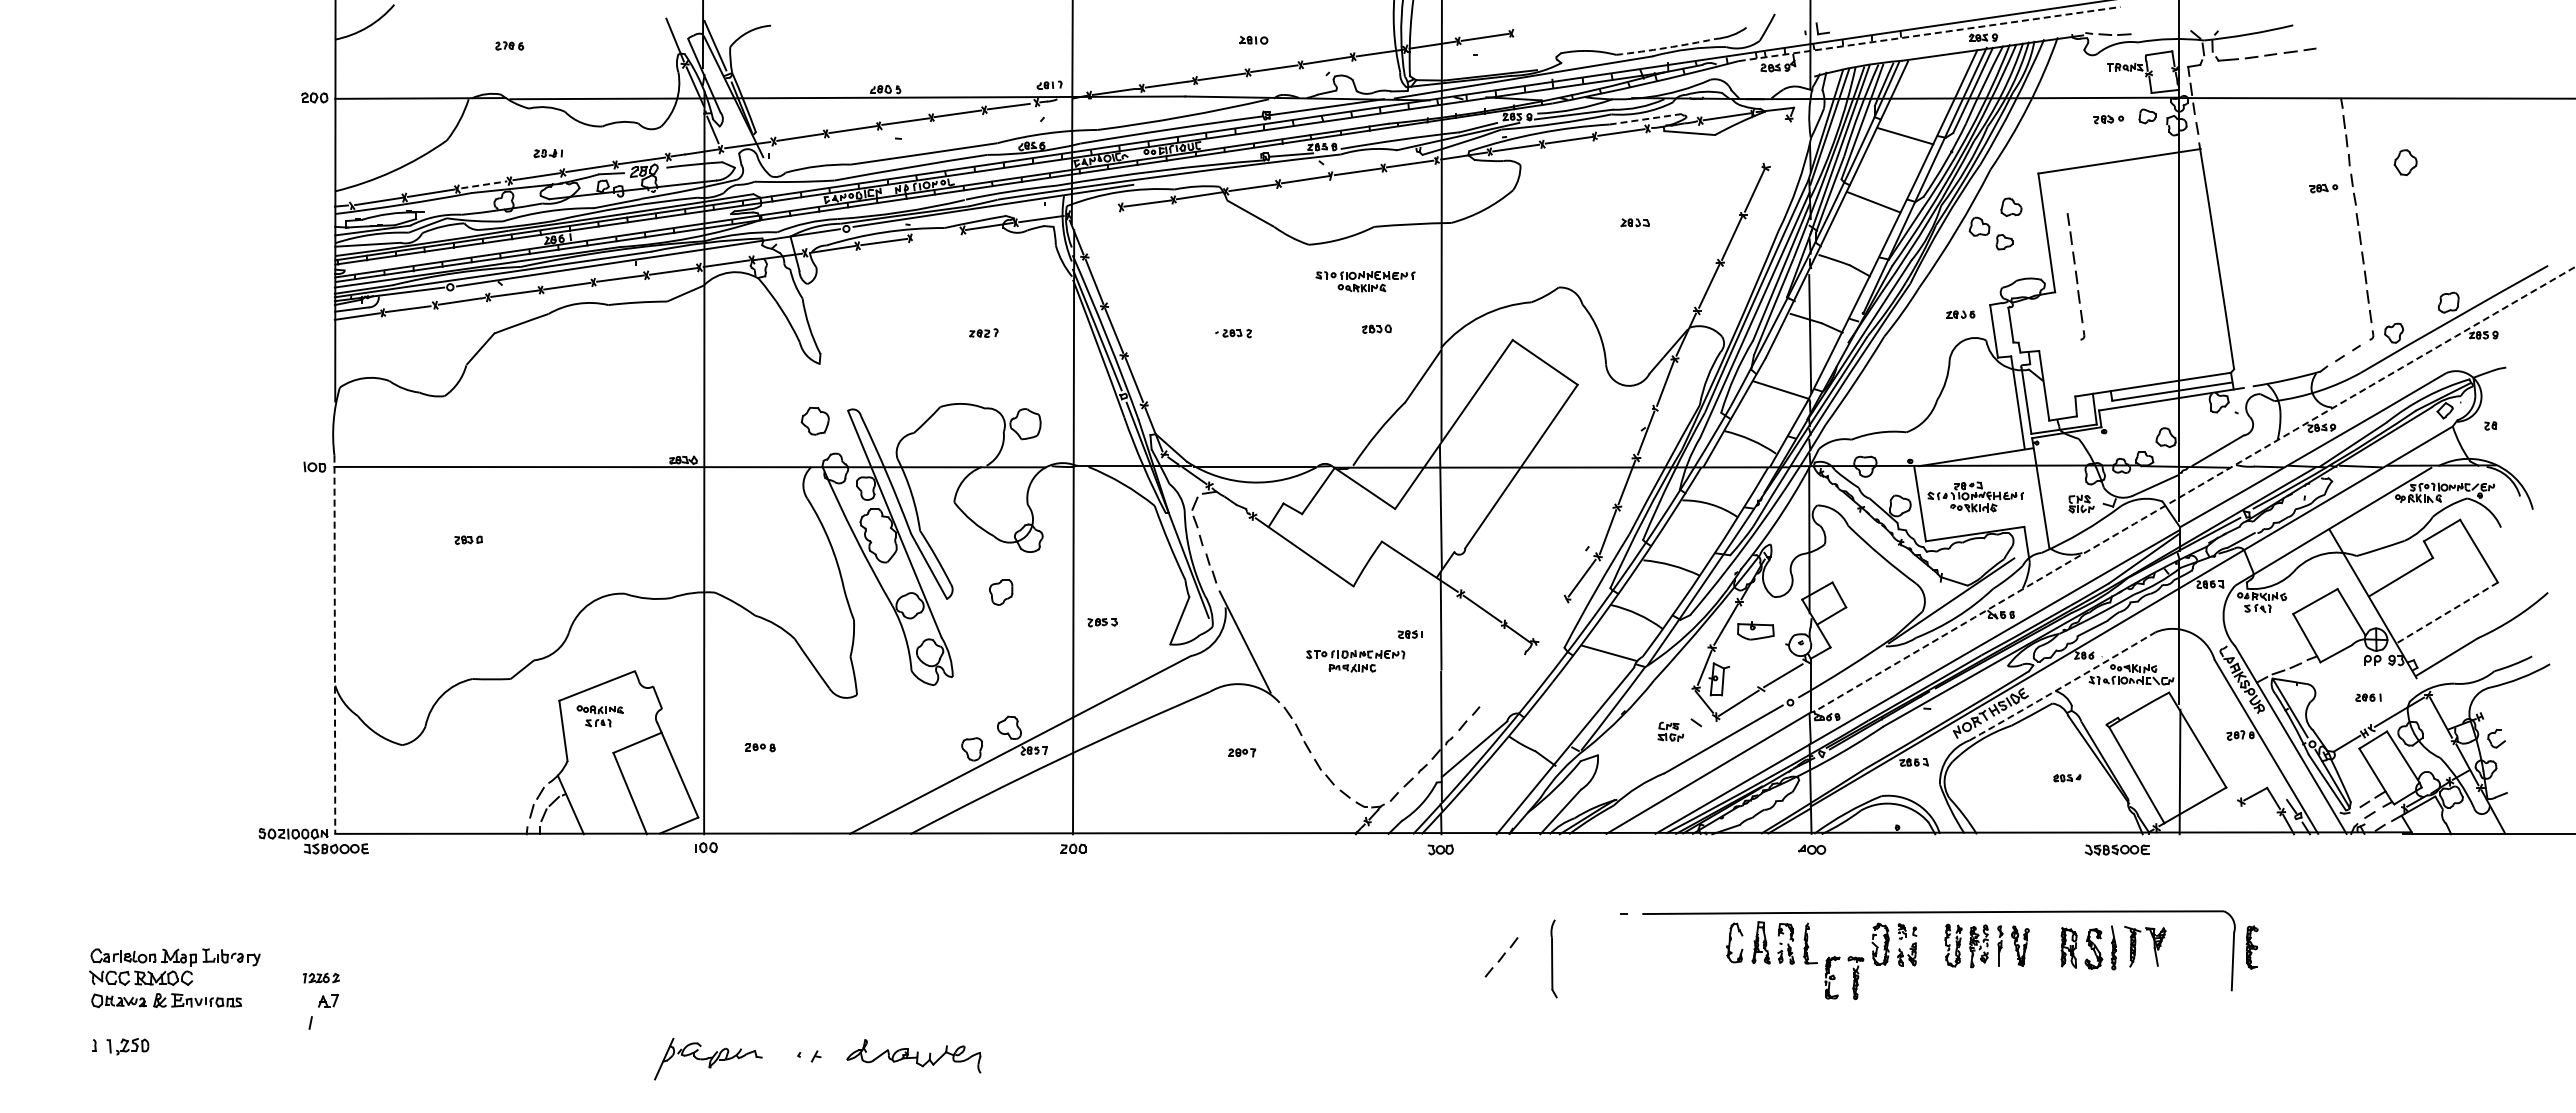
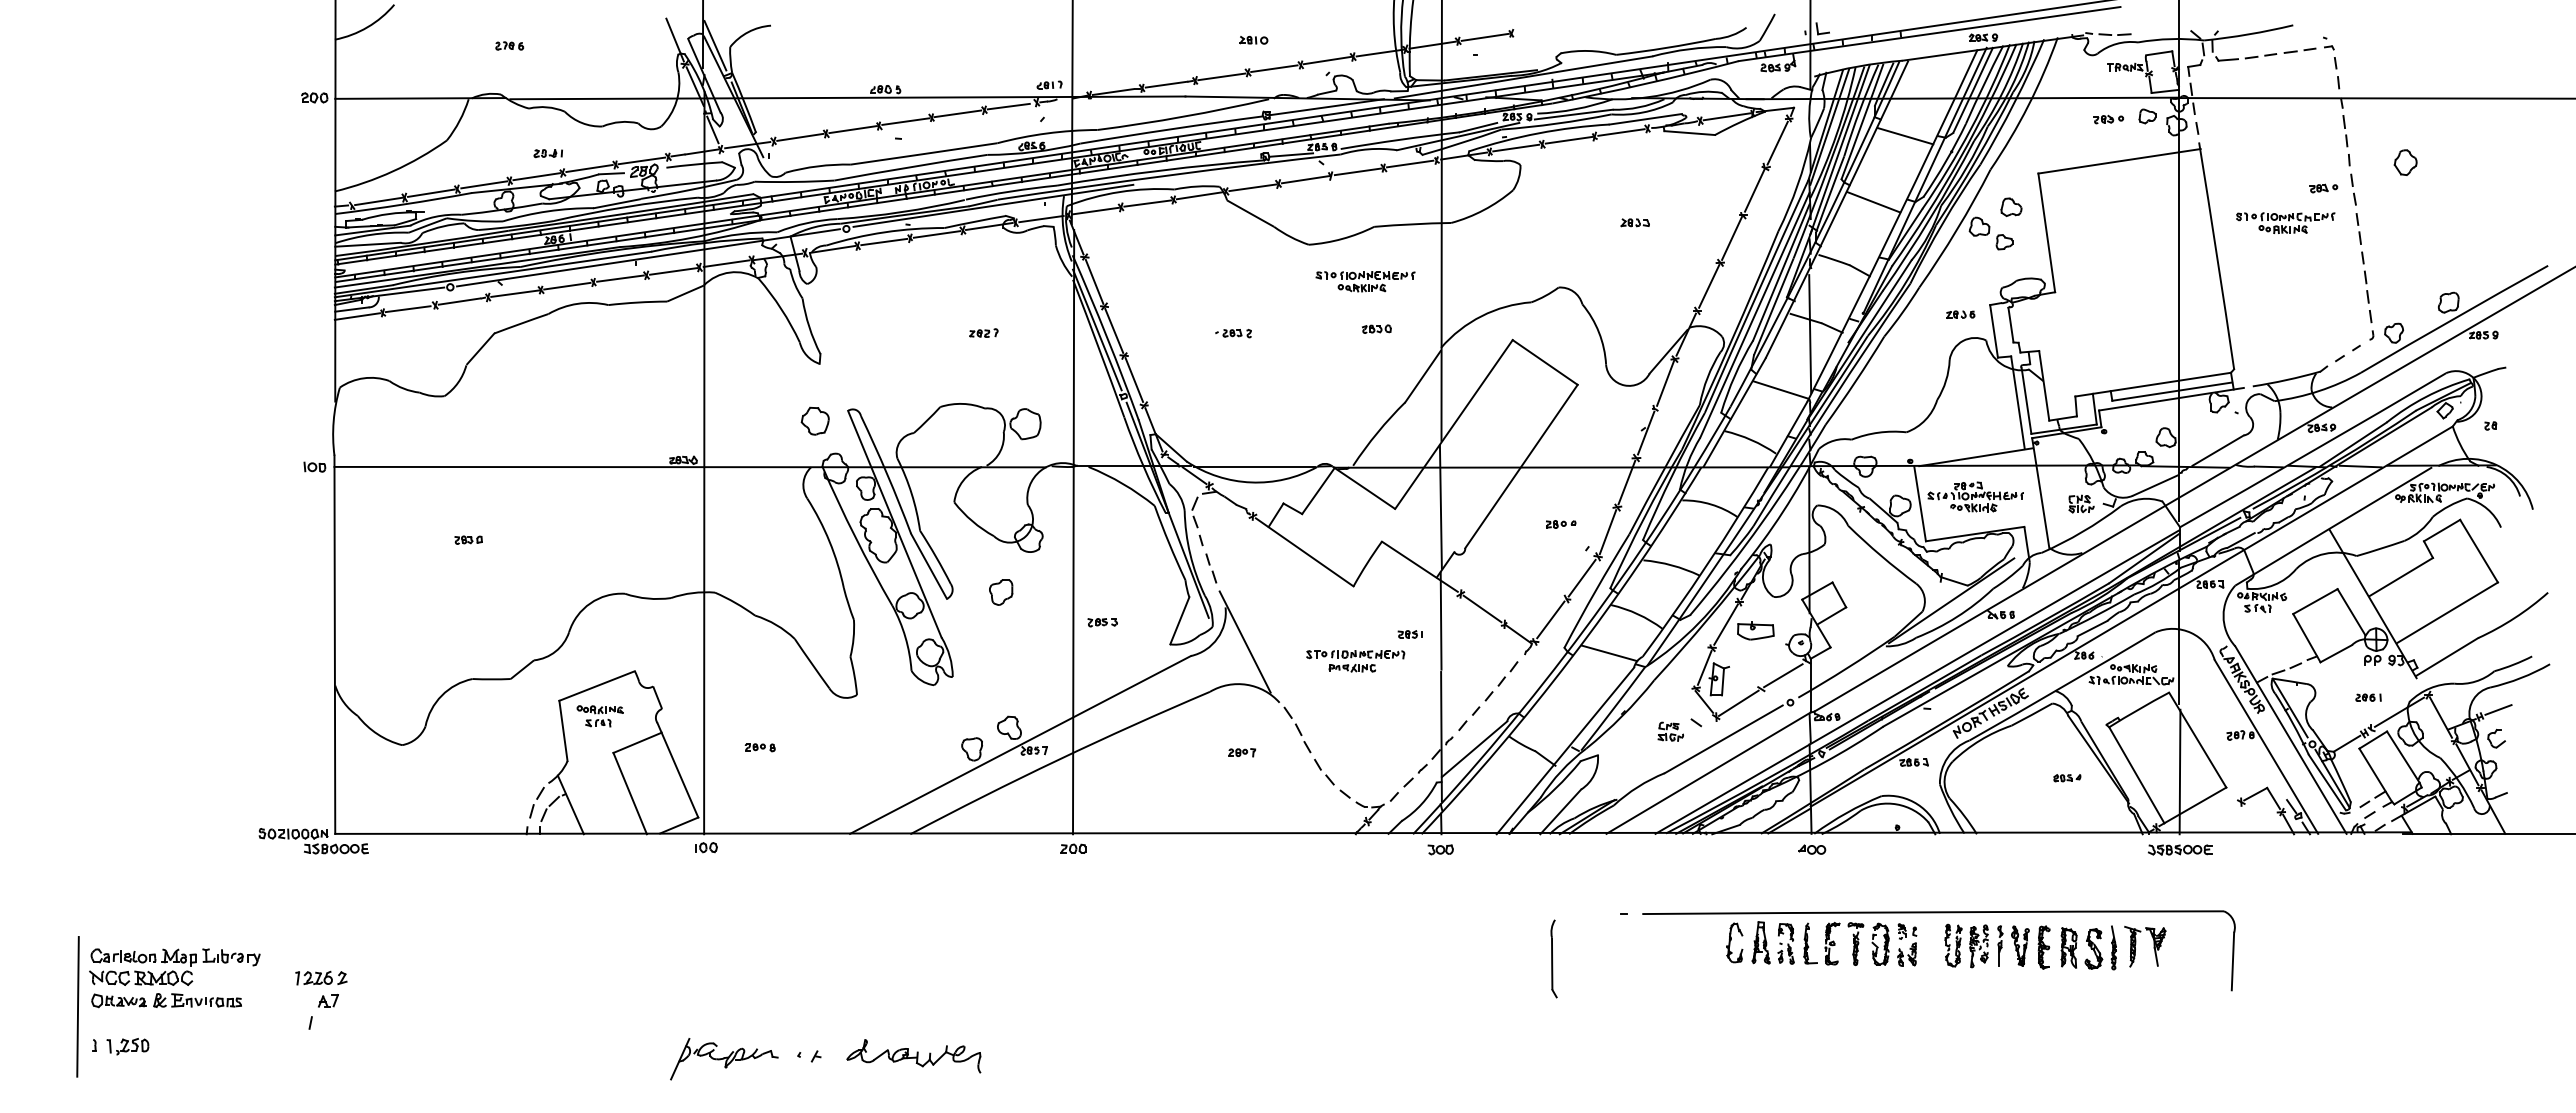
line at (1929, 34): dashed -> solid
arc at (1666, 47): dashed -> solid
part at (2331, 62): none -> present
line at (1645, 119): dashed -> solid
line at (1777, 142): none -> present
line at (484, 184): dashed -> solid
line at (1095, 210): none -> present
part at (2285, 222): none -> present
line at (936, 234): none -> present
part at (2075, 276): present -> none
arc at (2195, 488): dashed -> solid
part at (1561, 524): none -> present
line at (2447, 612): dashed -> solid
line at (1550, 619): none -> present
line at (334, 645): dashed -> solid
arc at (2062, 686): dashed -> solid
line at (2498, 709): none -> present
part at (2116, 849) position: (2116, 849) -> (2179, 849)
part at (2251, 947) position: (2251, 947) -> (2043, 947)
part at (1501, 957) position: (1501, 957) -> (1501, 681)
part at (321, 977) size: 37x12 px -> 53x16 px
part at (1835, 977) position: (1835, 977) -> (1835, 943)
line at (77, 1006): none -> present
part at (708, 1059) position: (708, 1059) -> (724, 1059)
